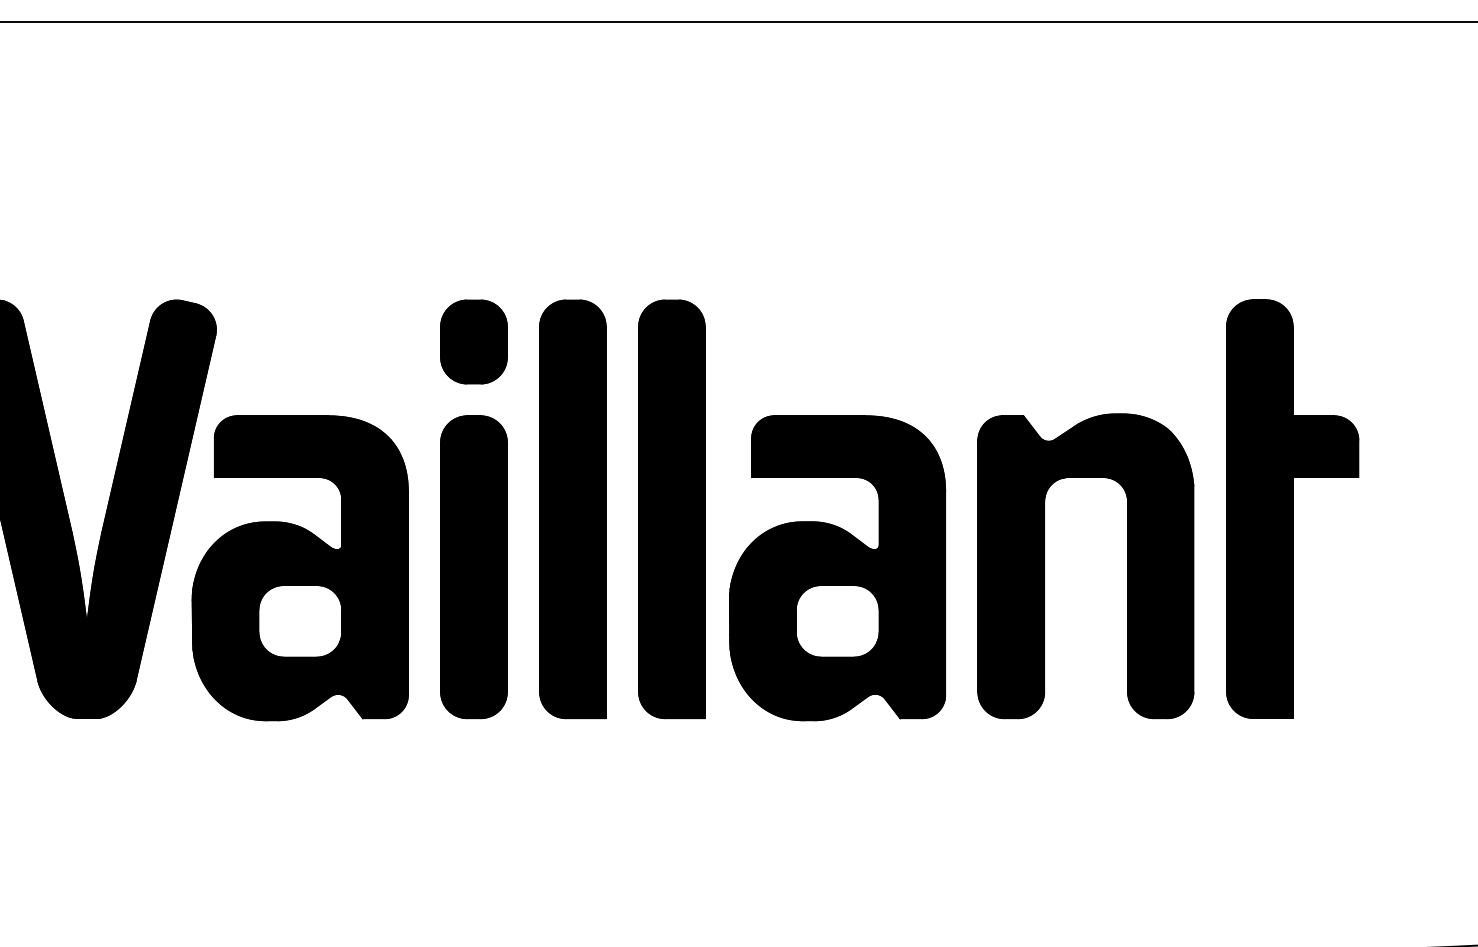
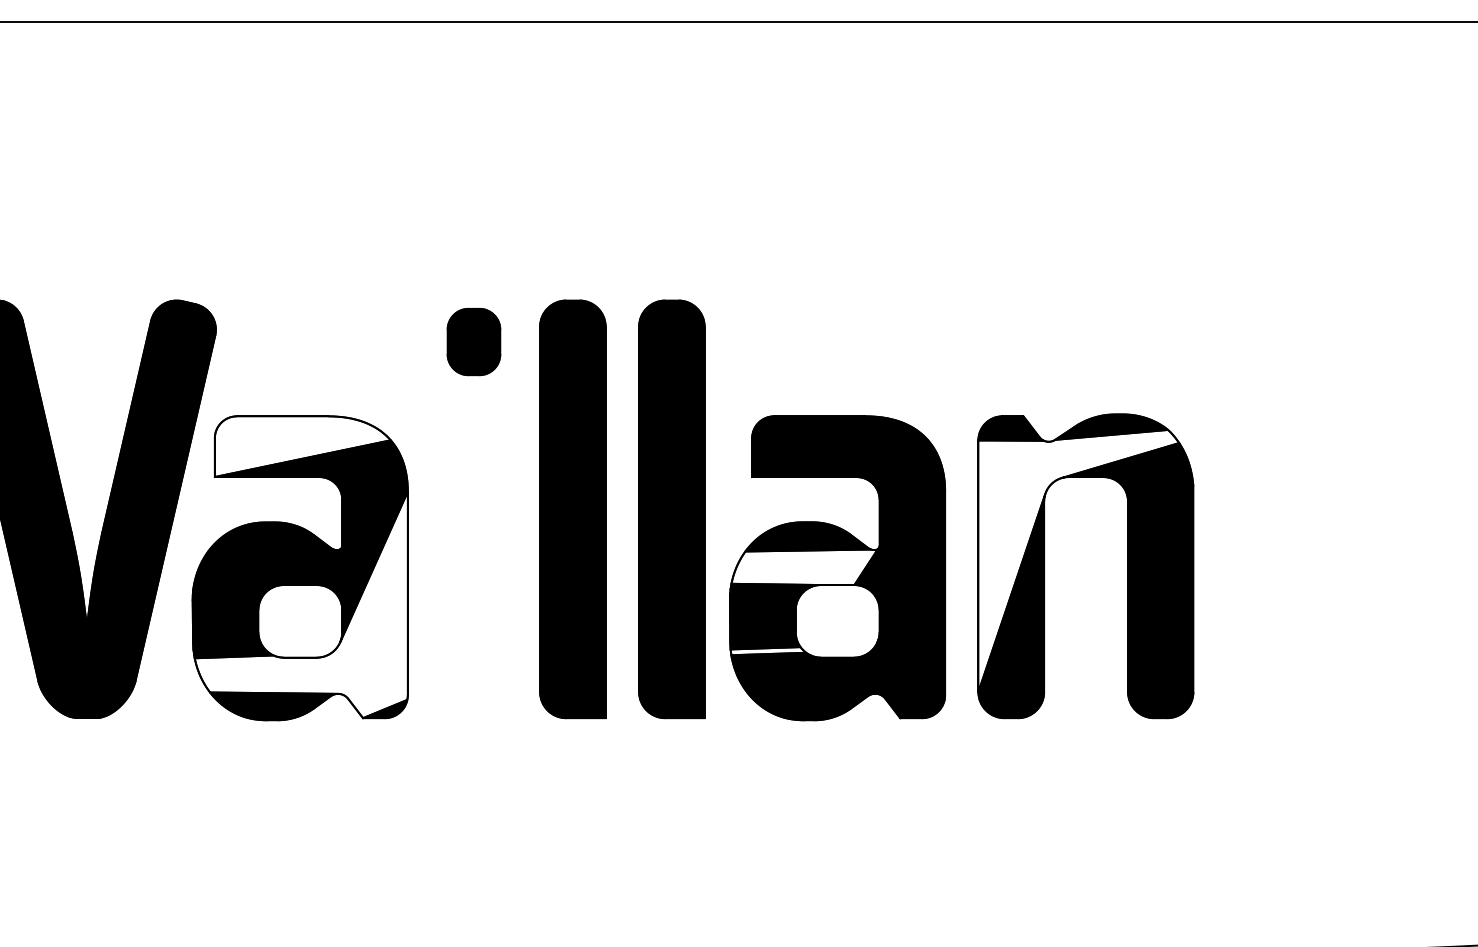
part at (473, 341) size: 68x86 px -> 56x70 px
fill at (302, 446): present -> none
part at (1292, 508): present -> none
fill at (1078, 560): present -> none
fill at (804, 566): present -> none
part at (473, 567): present -> none
fill at (300, 604): present -> none
fill at (768, 651): present -> none
